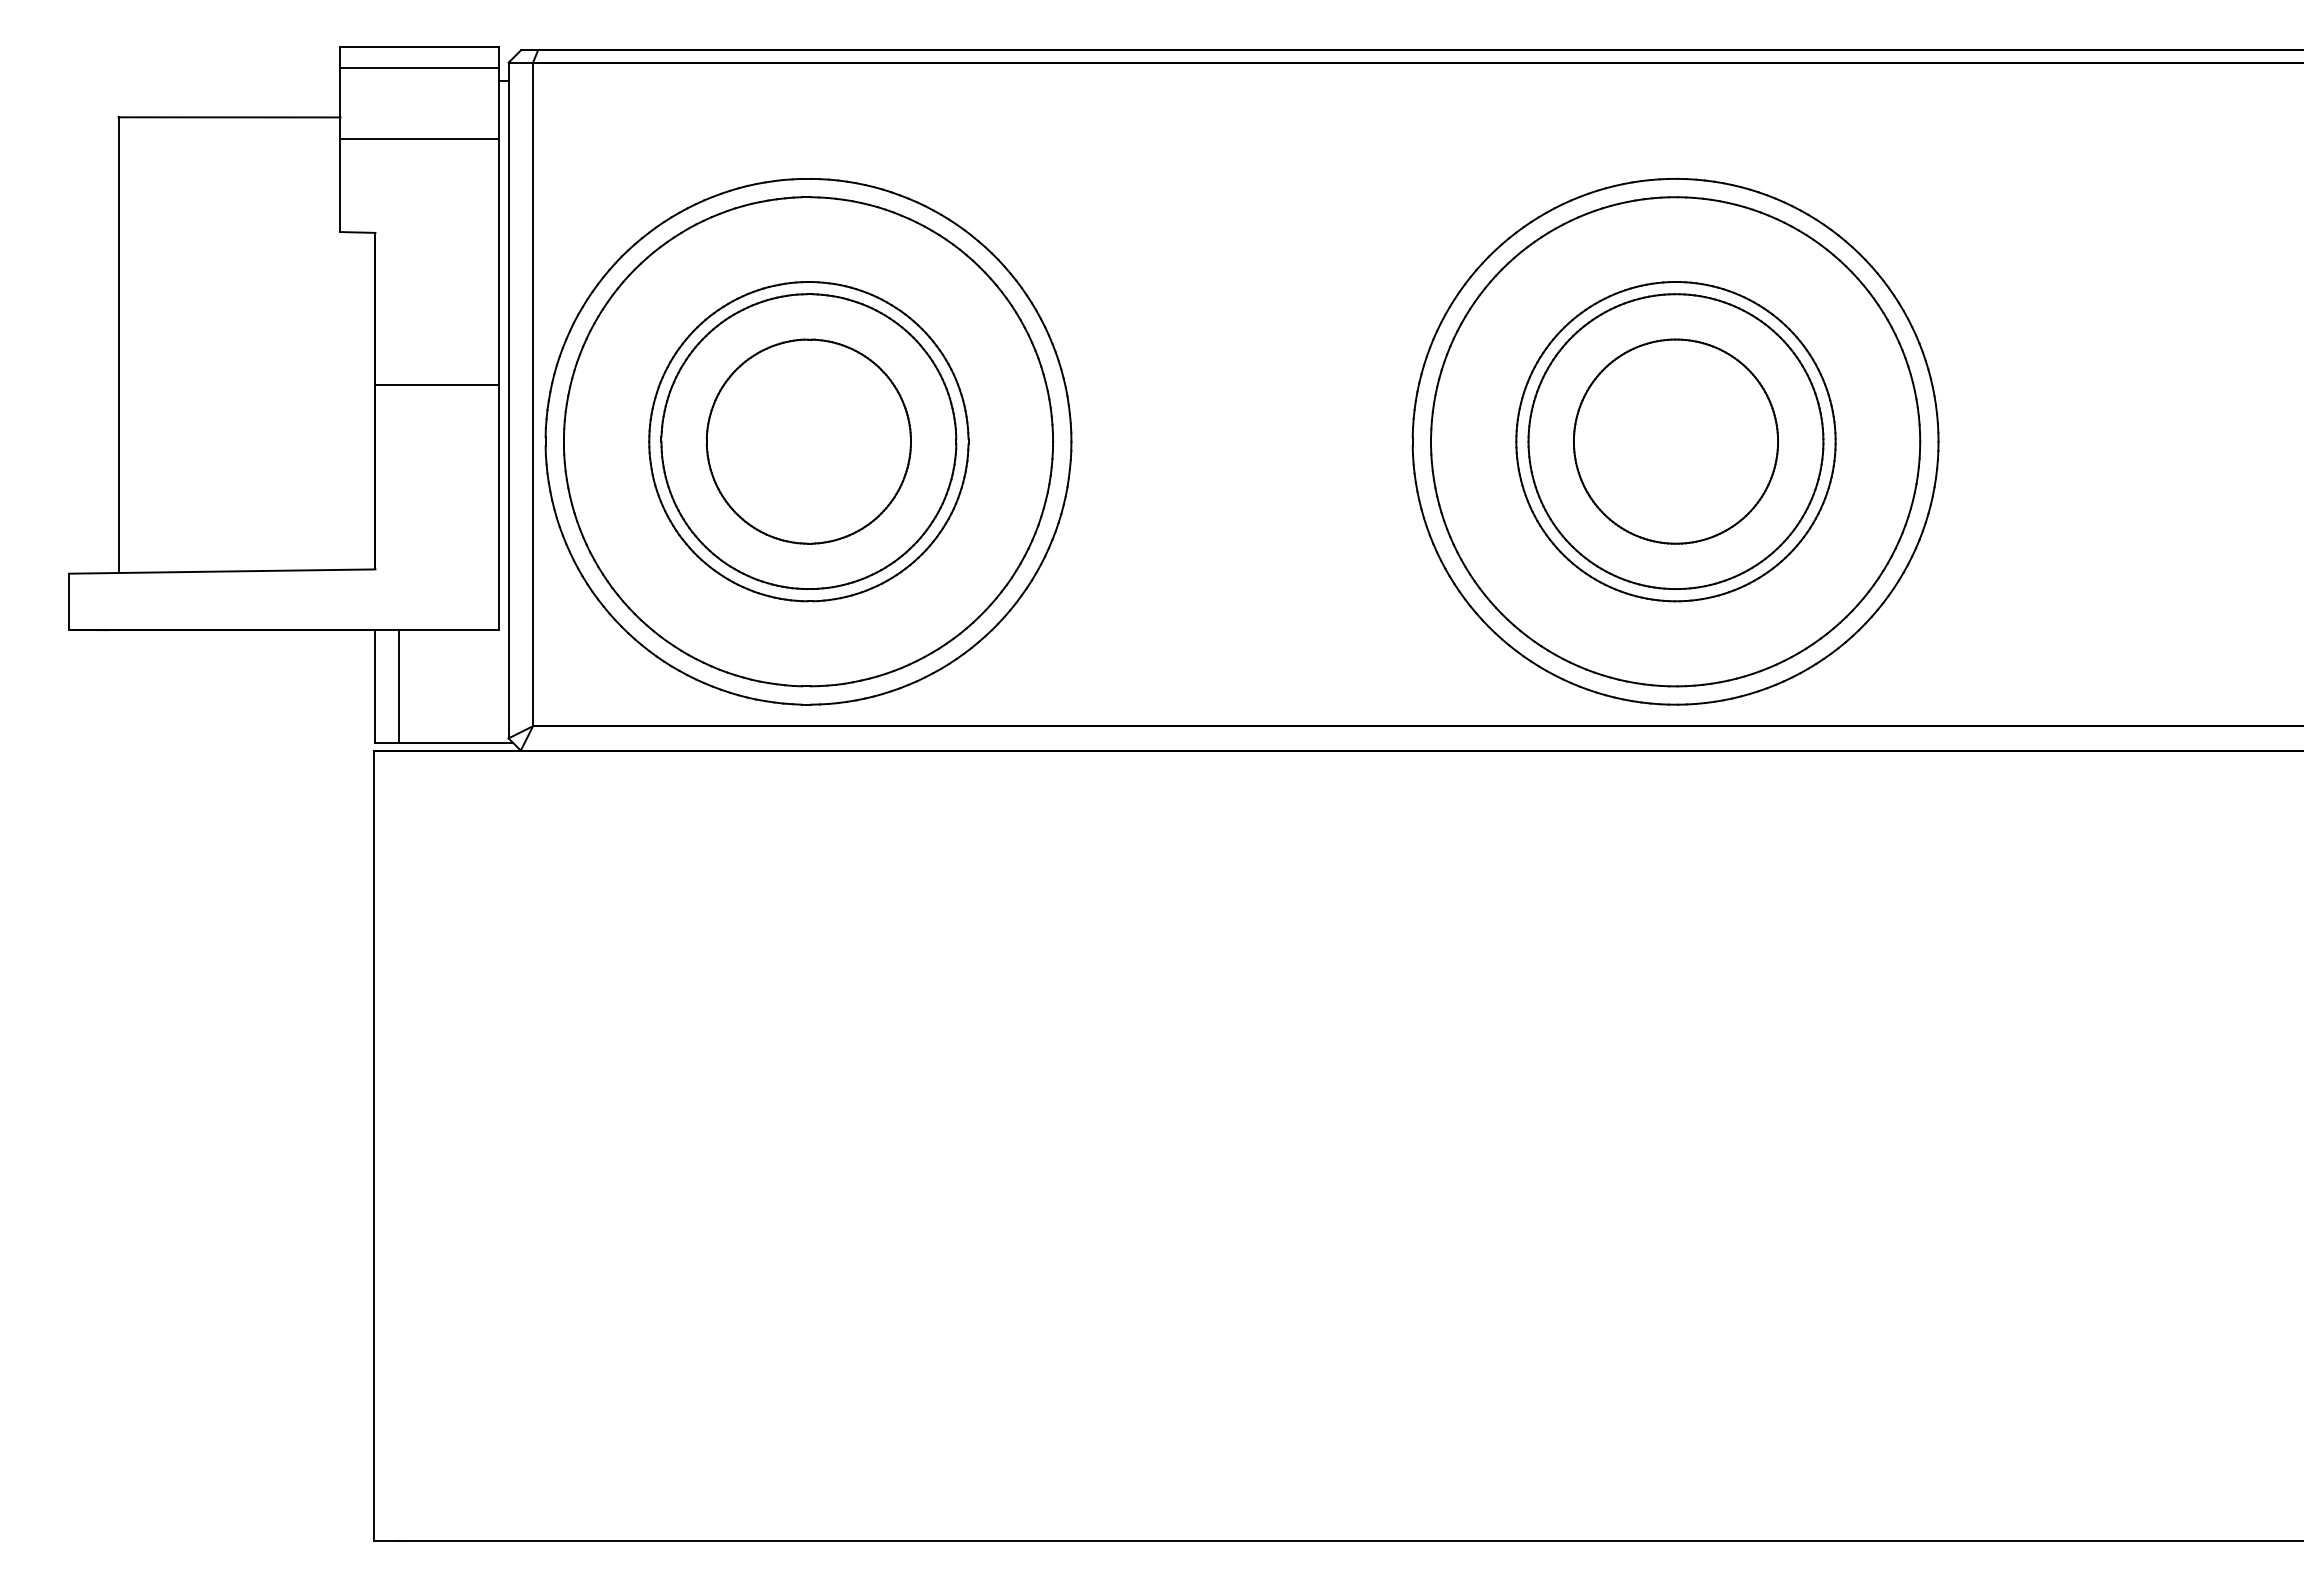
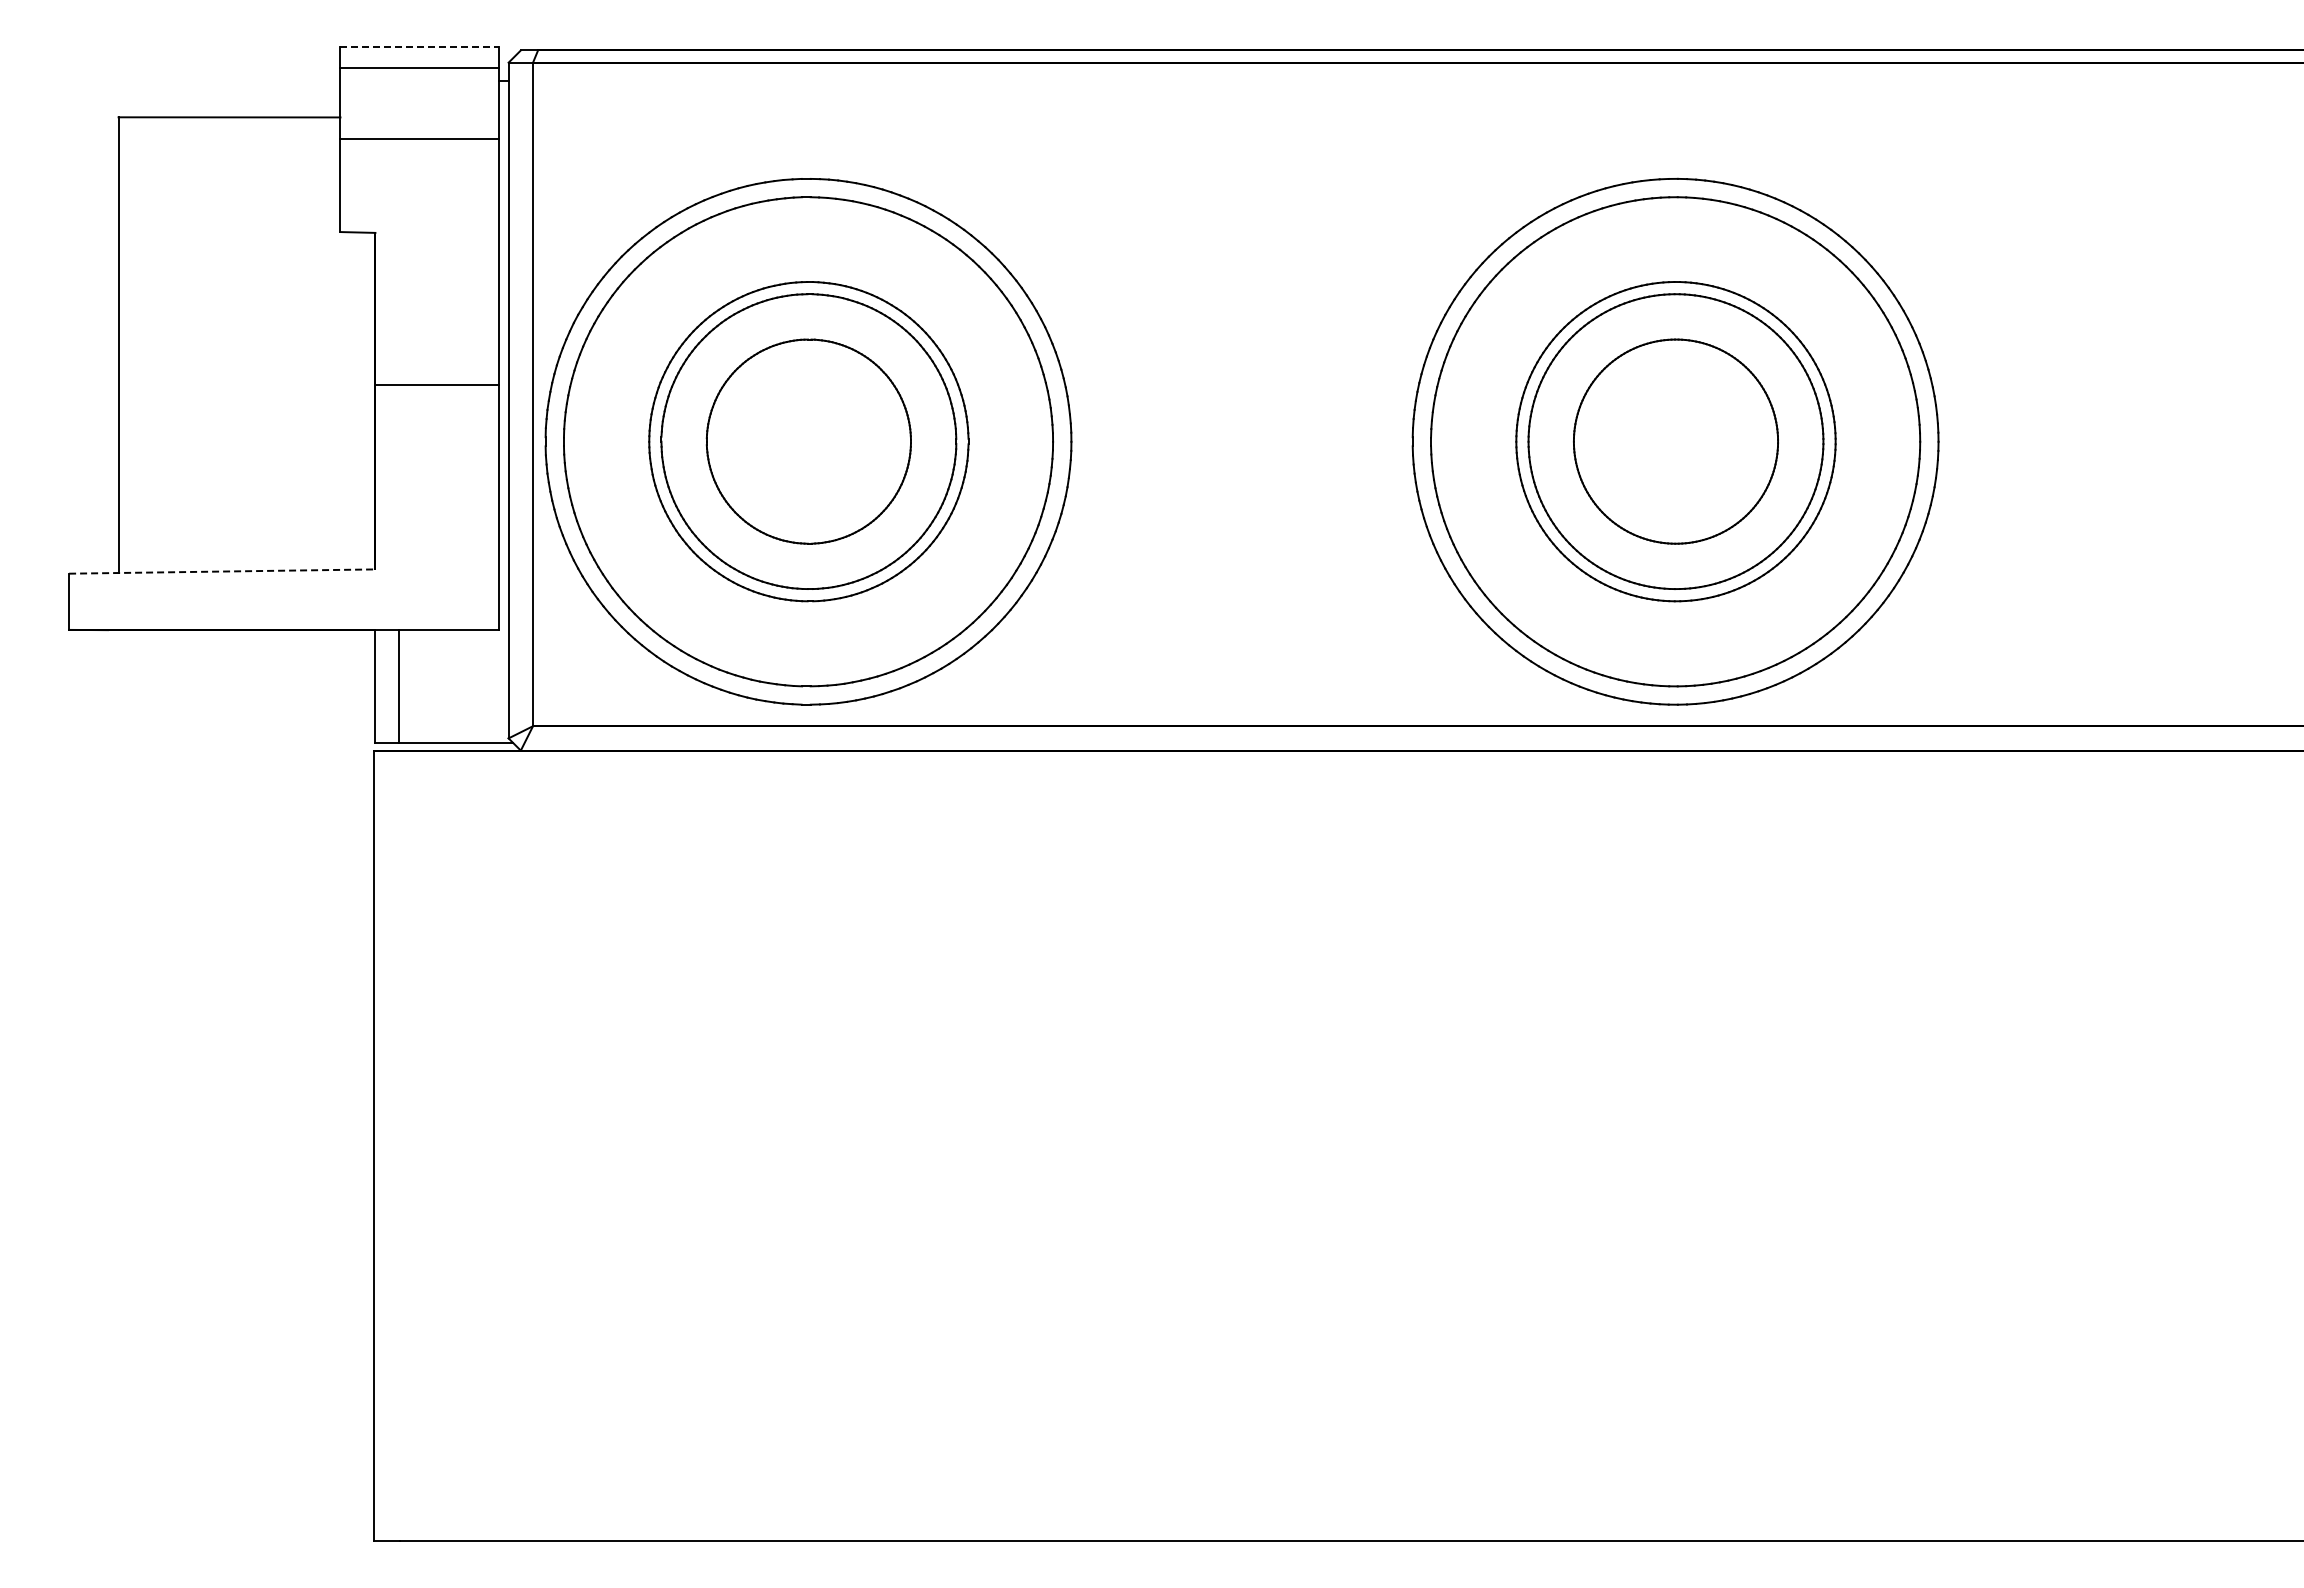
line at (420, 47): solid -> dashed
line at (222, 571): solid -> dashed
